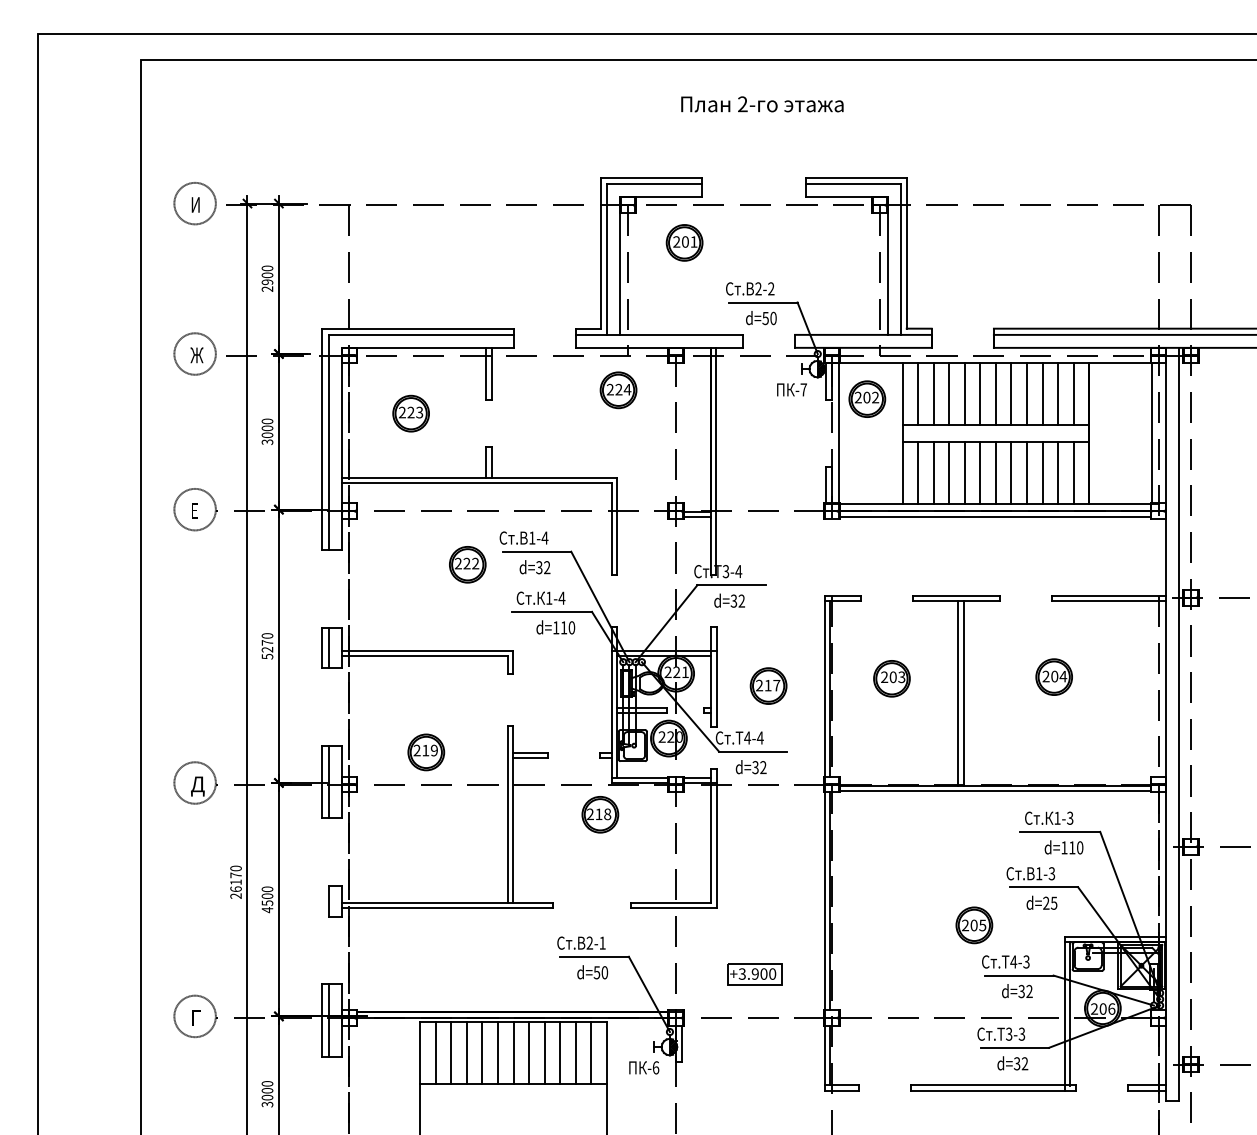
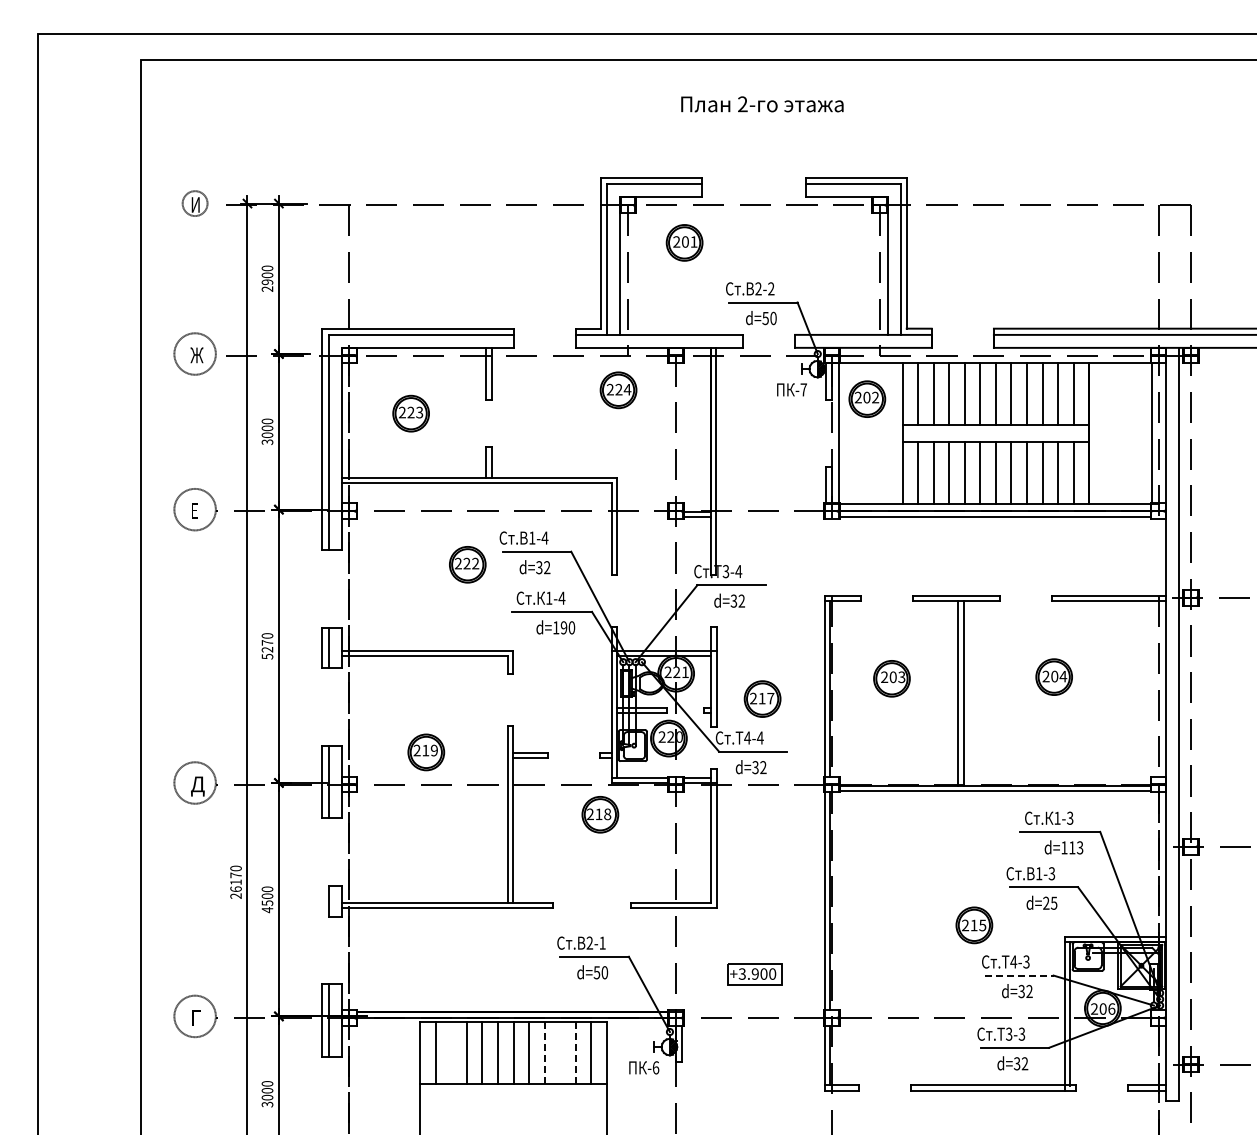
circle at (194, 203) diameter: 41 px -> 25 px
text at (563, 627): d=110 -> d=190
part at (768, 685) position: (768, 685) -> (762, 698)
text at (1079, 847): d=110 -> d=113
text at (973, 925): 205 -> 215
line at (1019, 975): solid -> dashed
line at (451, 1052): present -> none
line at (560, 1052): present -> none
line at (544, 1053): solid -> dashed
line at (575, 1053): solid -> dashed
